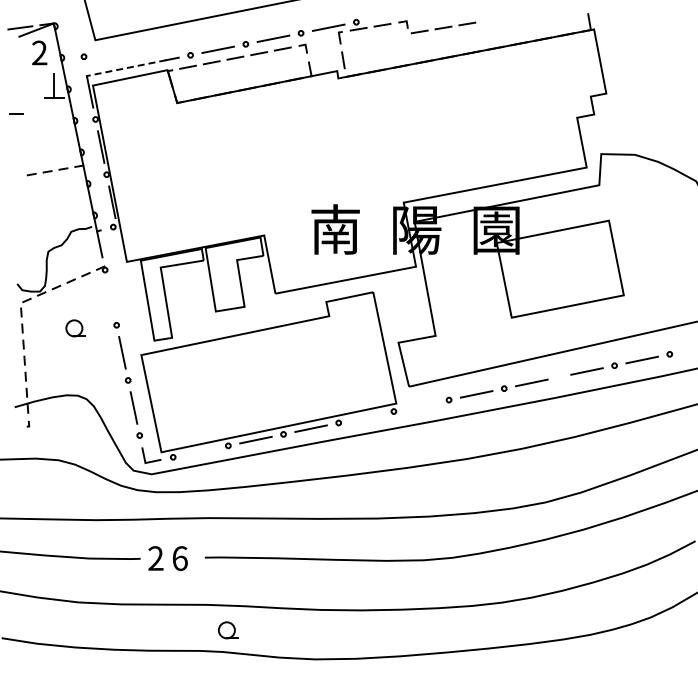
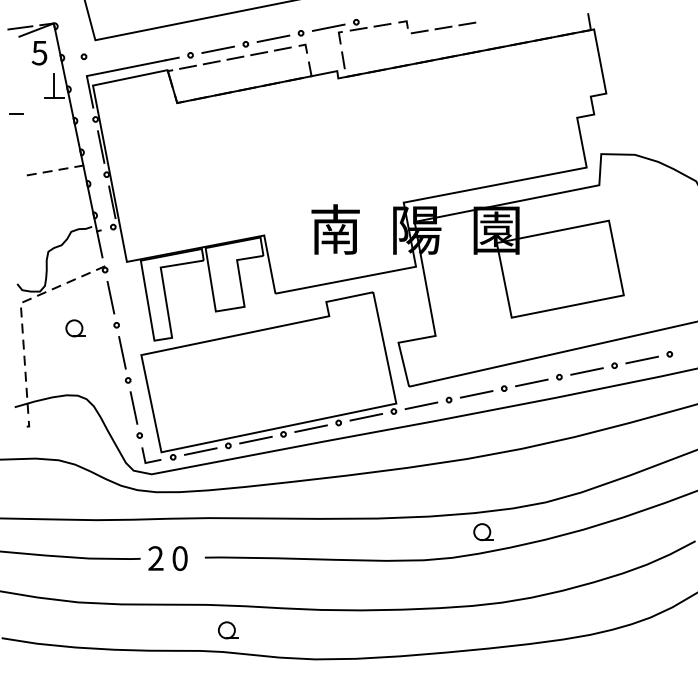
text at (39, 52): 2 -> 5
line at (126, 68): dashed -> solid
line at (110, 297): none -> present
circle at (559, 376): none -> present
line at (421, 405): none -> present
line at (366, 416): none -> present
line at (200, 451): none -> present
part at (483, 532): none -> present
text at (179, 558): 6 -> 0
